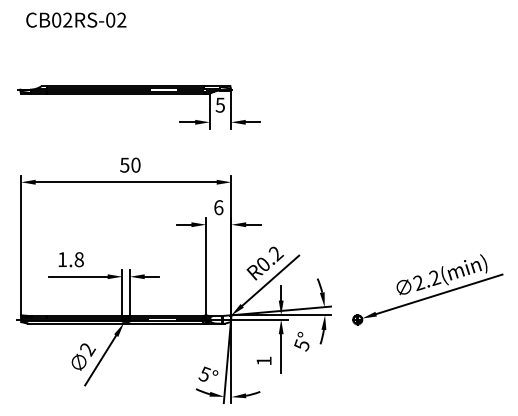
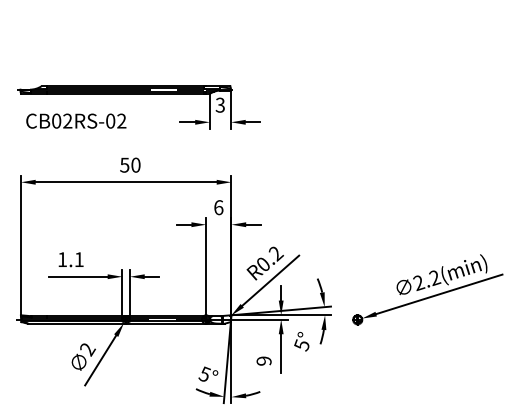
text at (76, 19) position: (76, 19) -> (76, 120)
text at (220, 104): 5 -> 3
text at (78, 259): 1.8 -> 1.1
text at (263, 360): 1 -> 9
